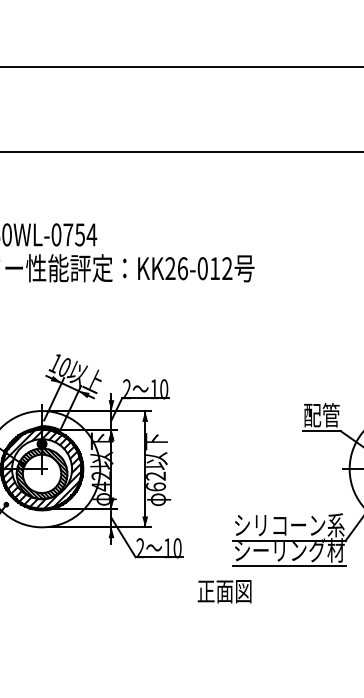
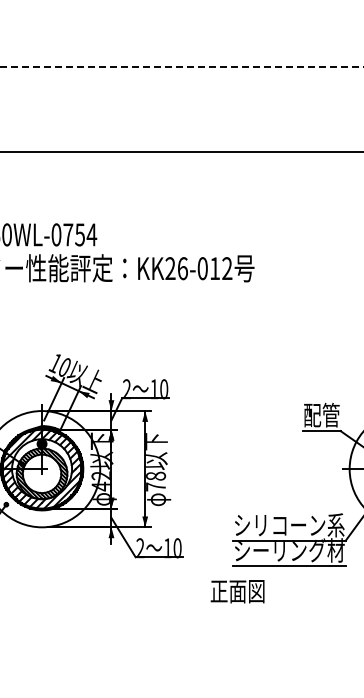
line at (182, 67): solid -> dashed
text at (156, 481): 62 -> 78
text at (224, 591) position: (224, 591) -> (237, 591)
